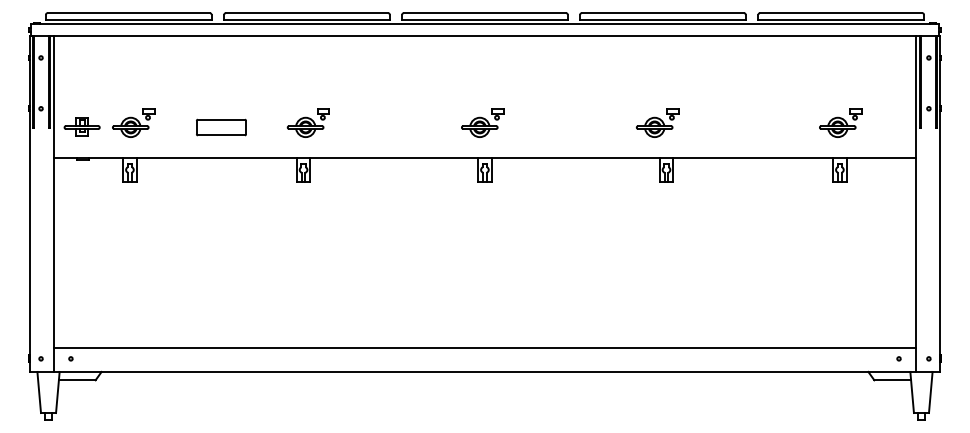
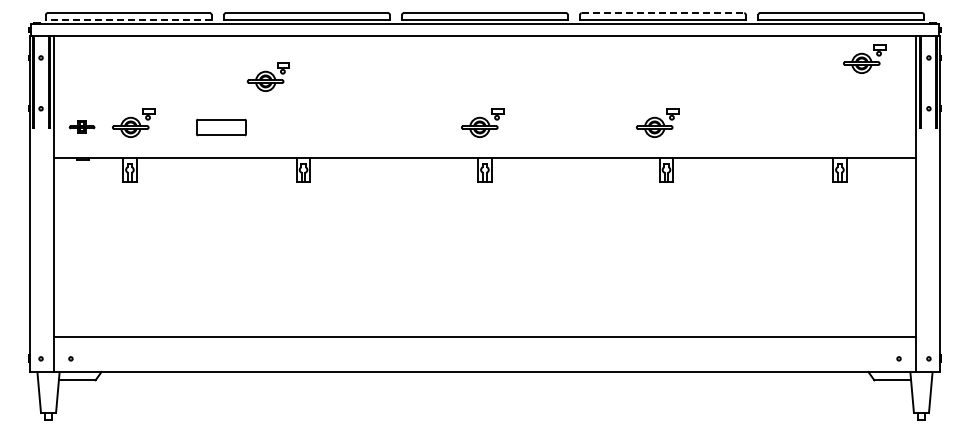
line at (663, 13): solid -> dashed
line at (128, 19): solid -> dashed
part at (307, 122) position: (307, 122) -> (267, 76)
part at (840, 122) position: (840, 122) -> (864, 58)
part at (81, 126) size: 38x20 px -> 28x14 px
line at (484, 348) position: (484, 348) -> (484, 337)
